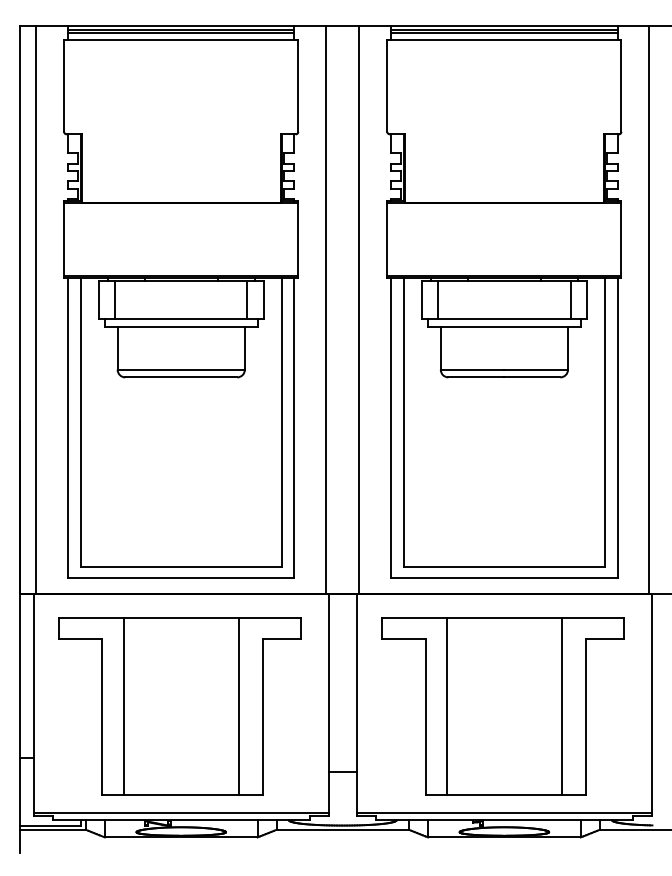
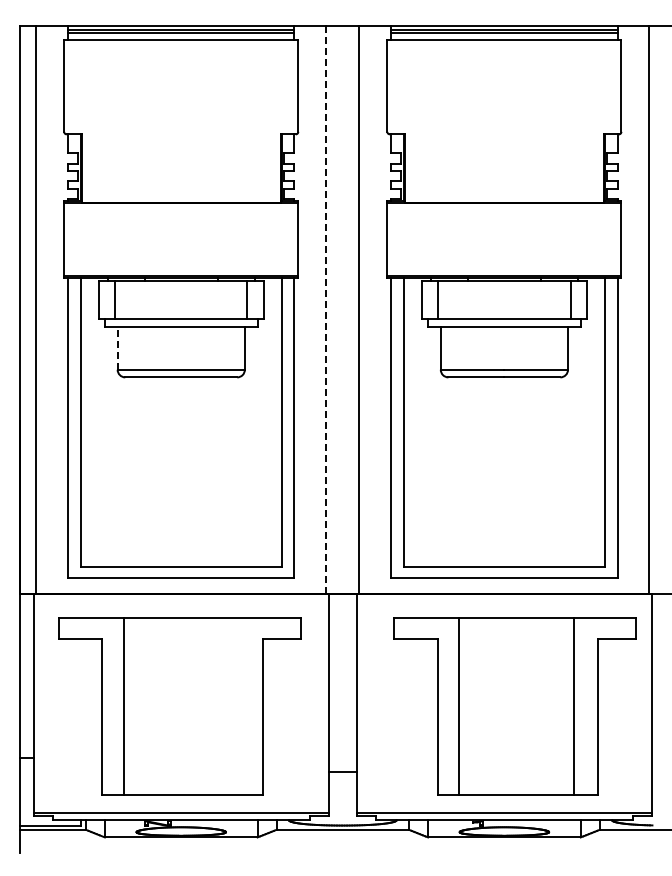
line at (326, 309): solid -> dashed
line at (117, 348): solid -> dashed
line at (238, 706): present -> none
part at (502, 706) position: (502, 706) -> (514, 706)
